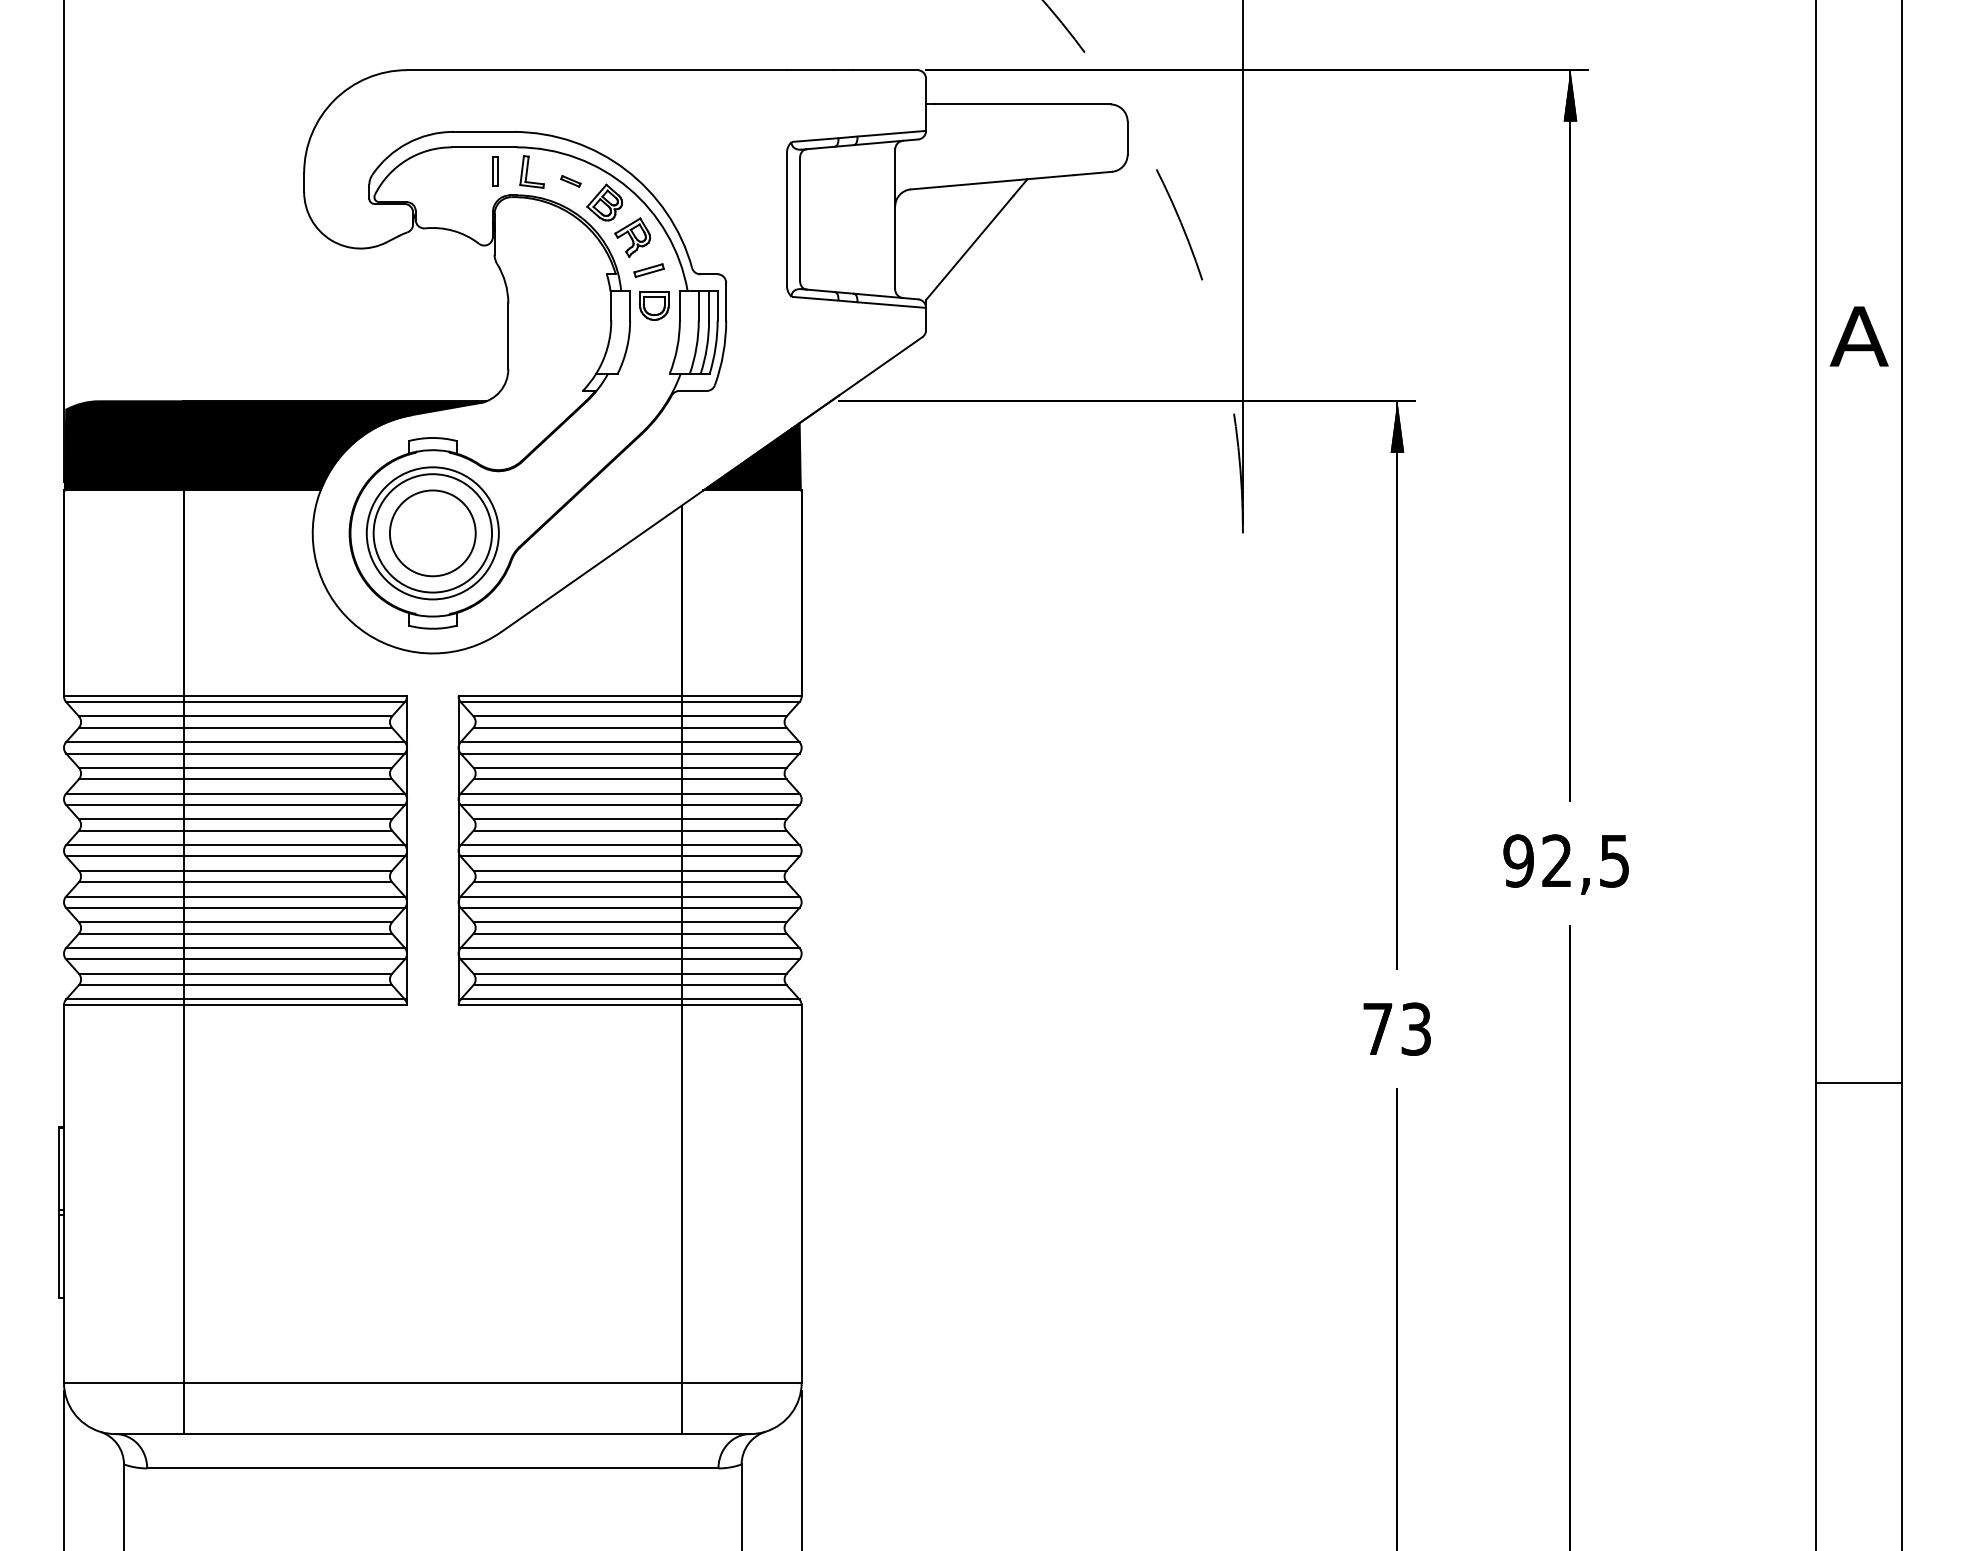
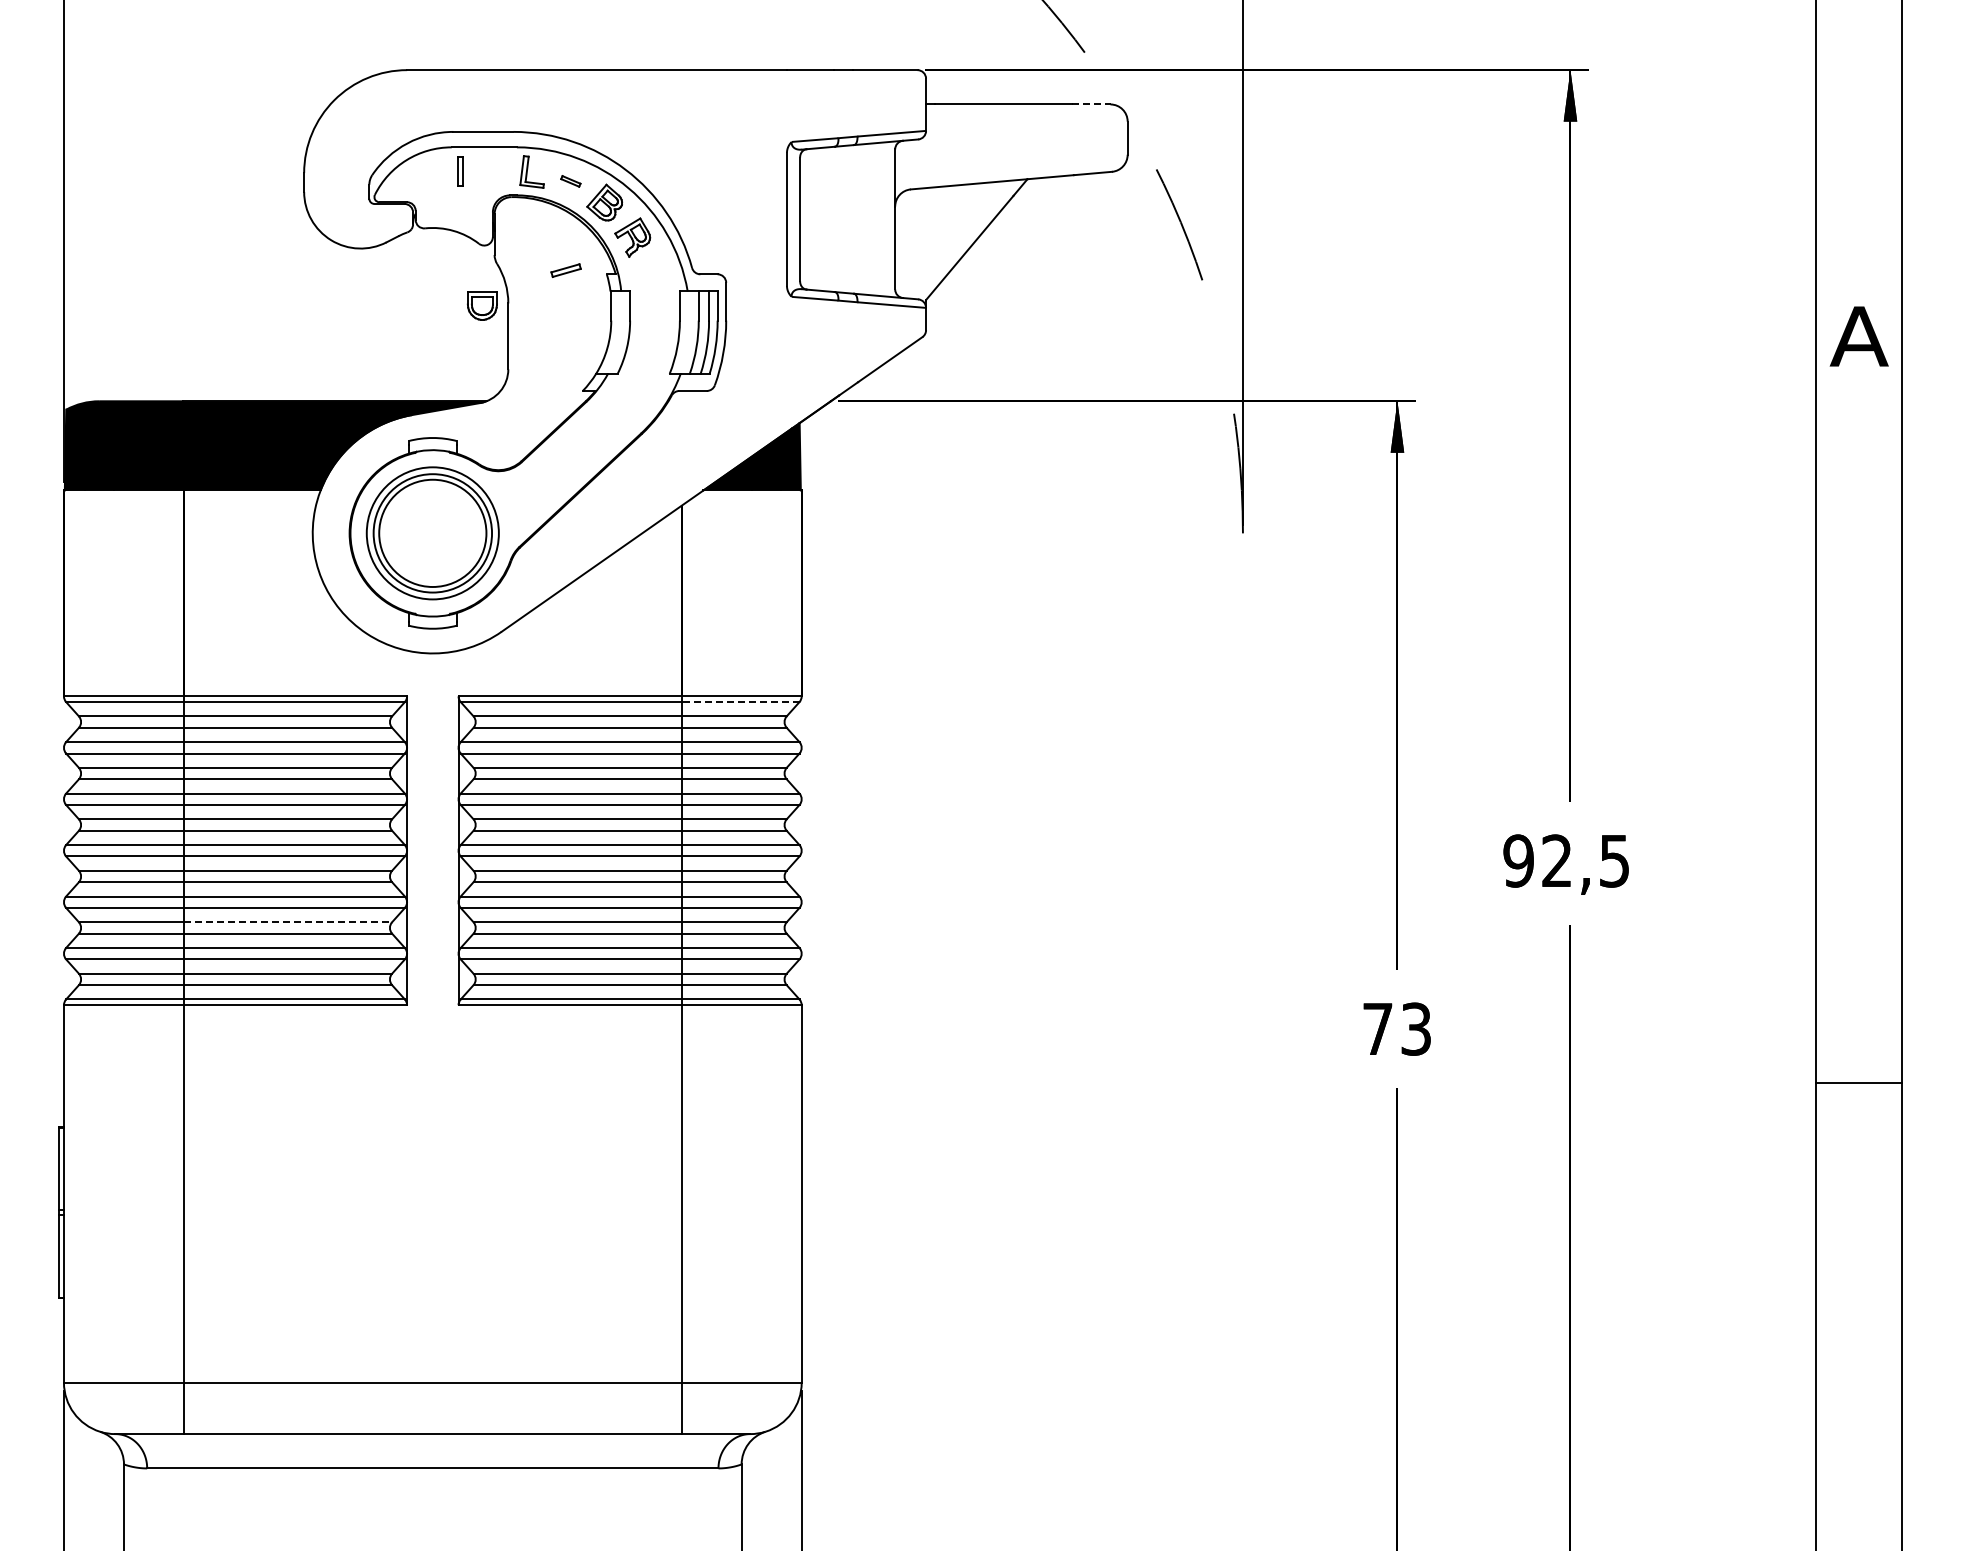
line at (1091, 104): solid -> dashed
part at (495, 171) position: (495, 171) -> (460, 171)
part at (648, 270) position: (648, 270) -> (565, 270)
part at (653, 305) position: (653, 305) -> (481, 305)
circle at (432, 533) diameter: 86 px -> 107 px
line at (740, 702): solid -> dashed
line at (288, 922): solid -> dashed
